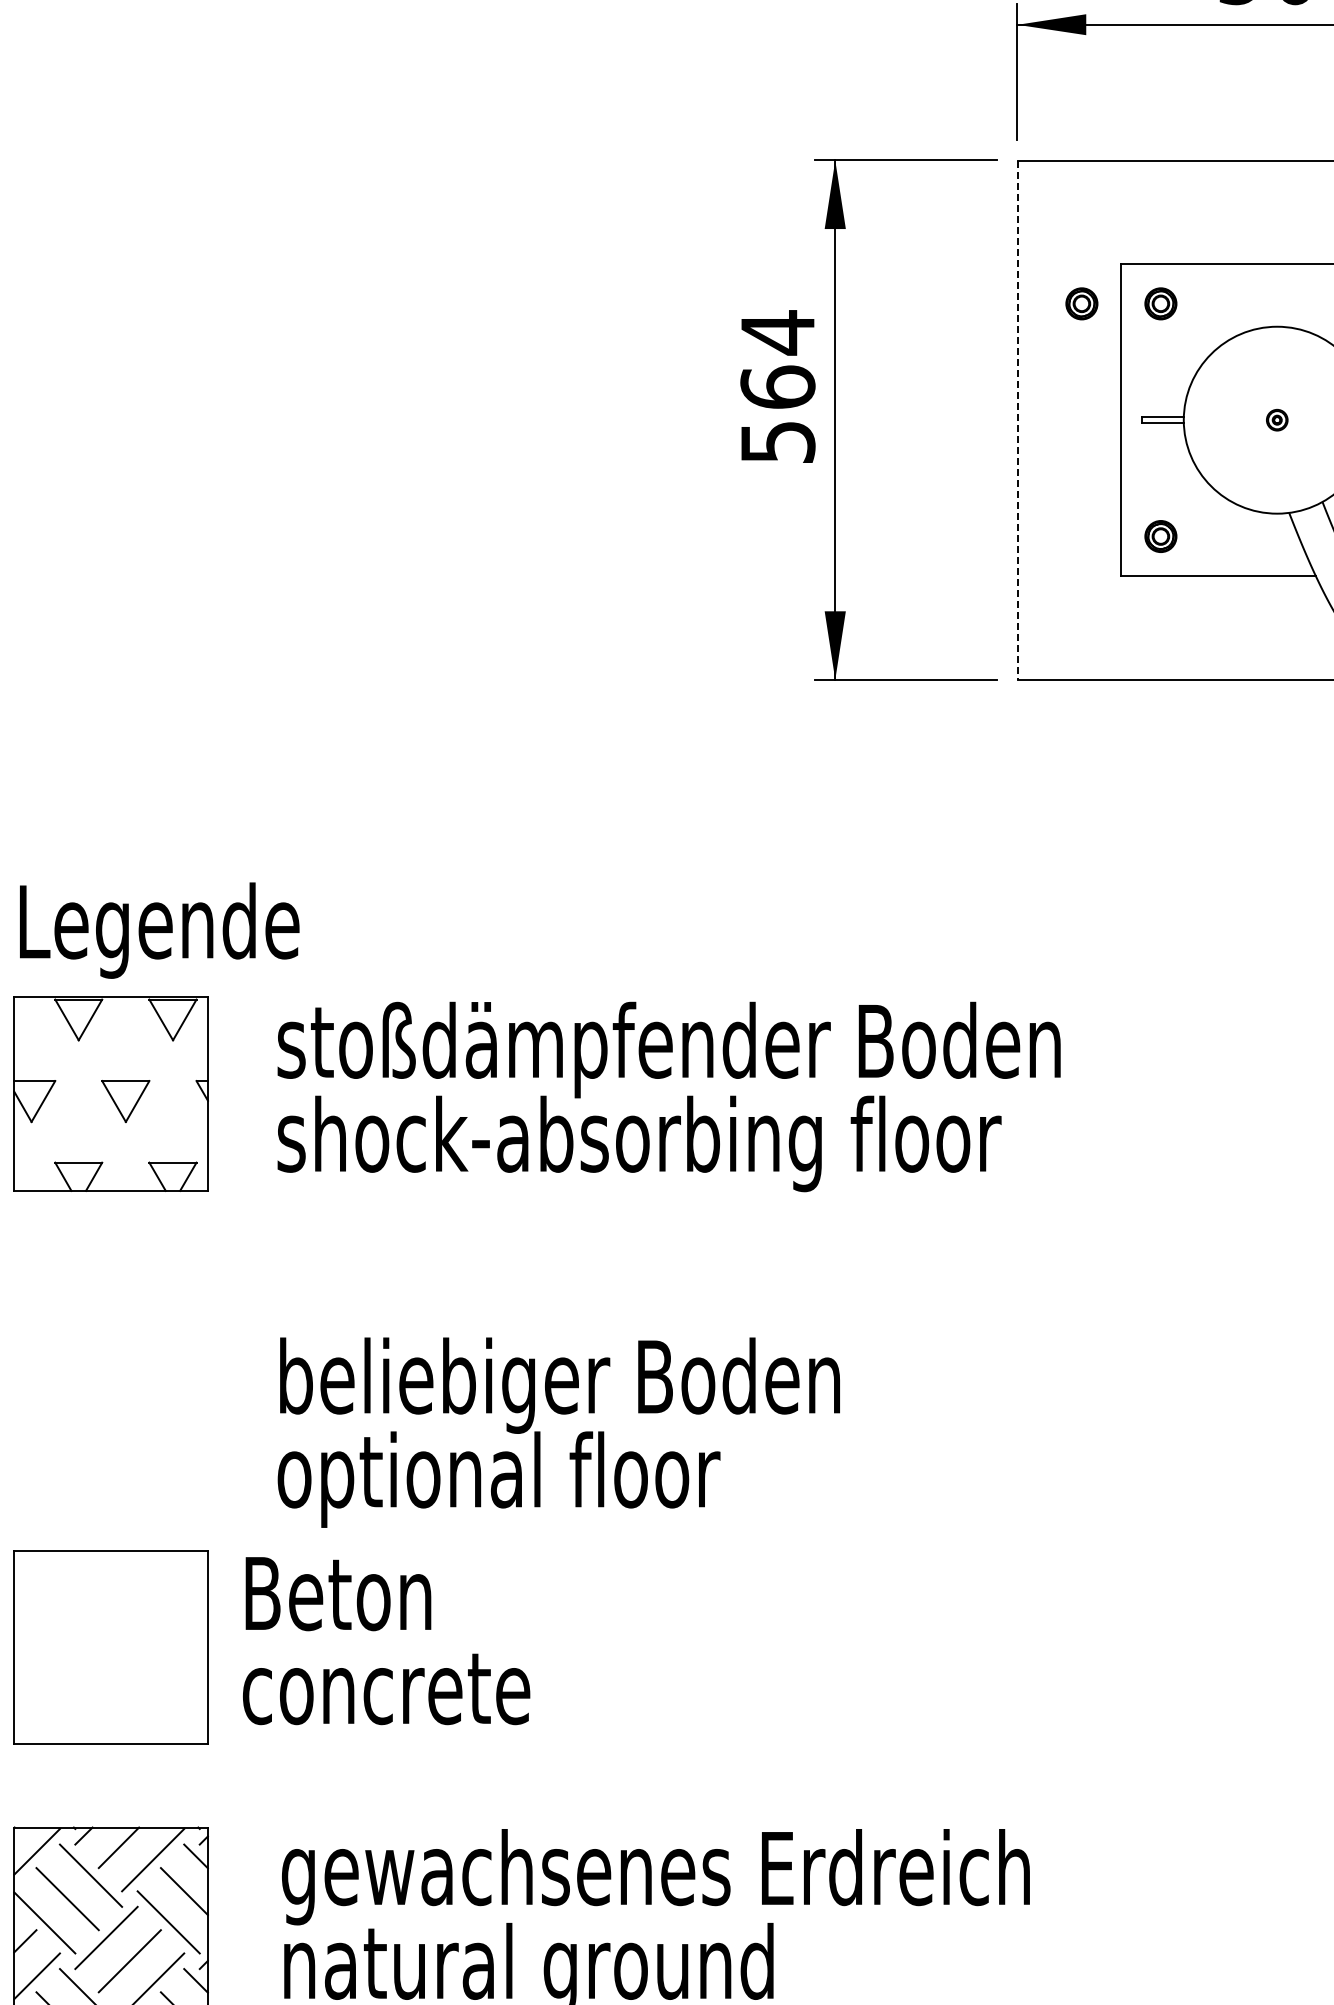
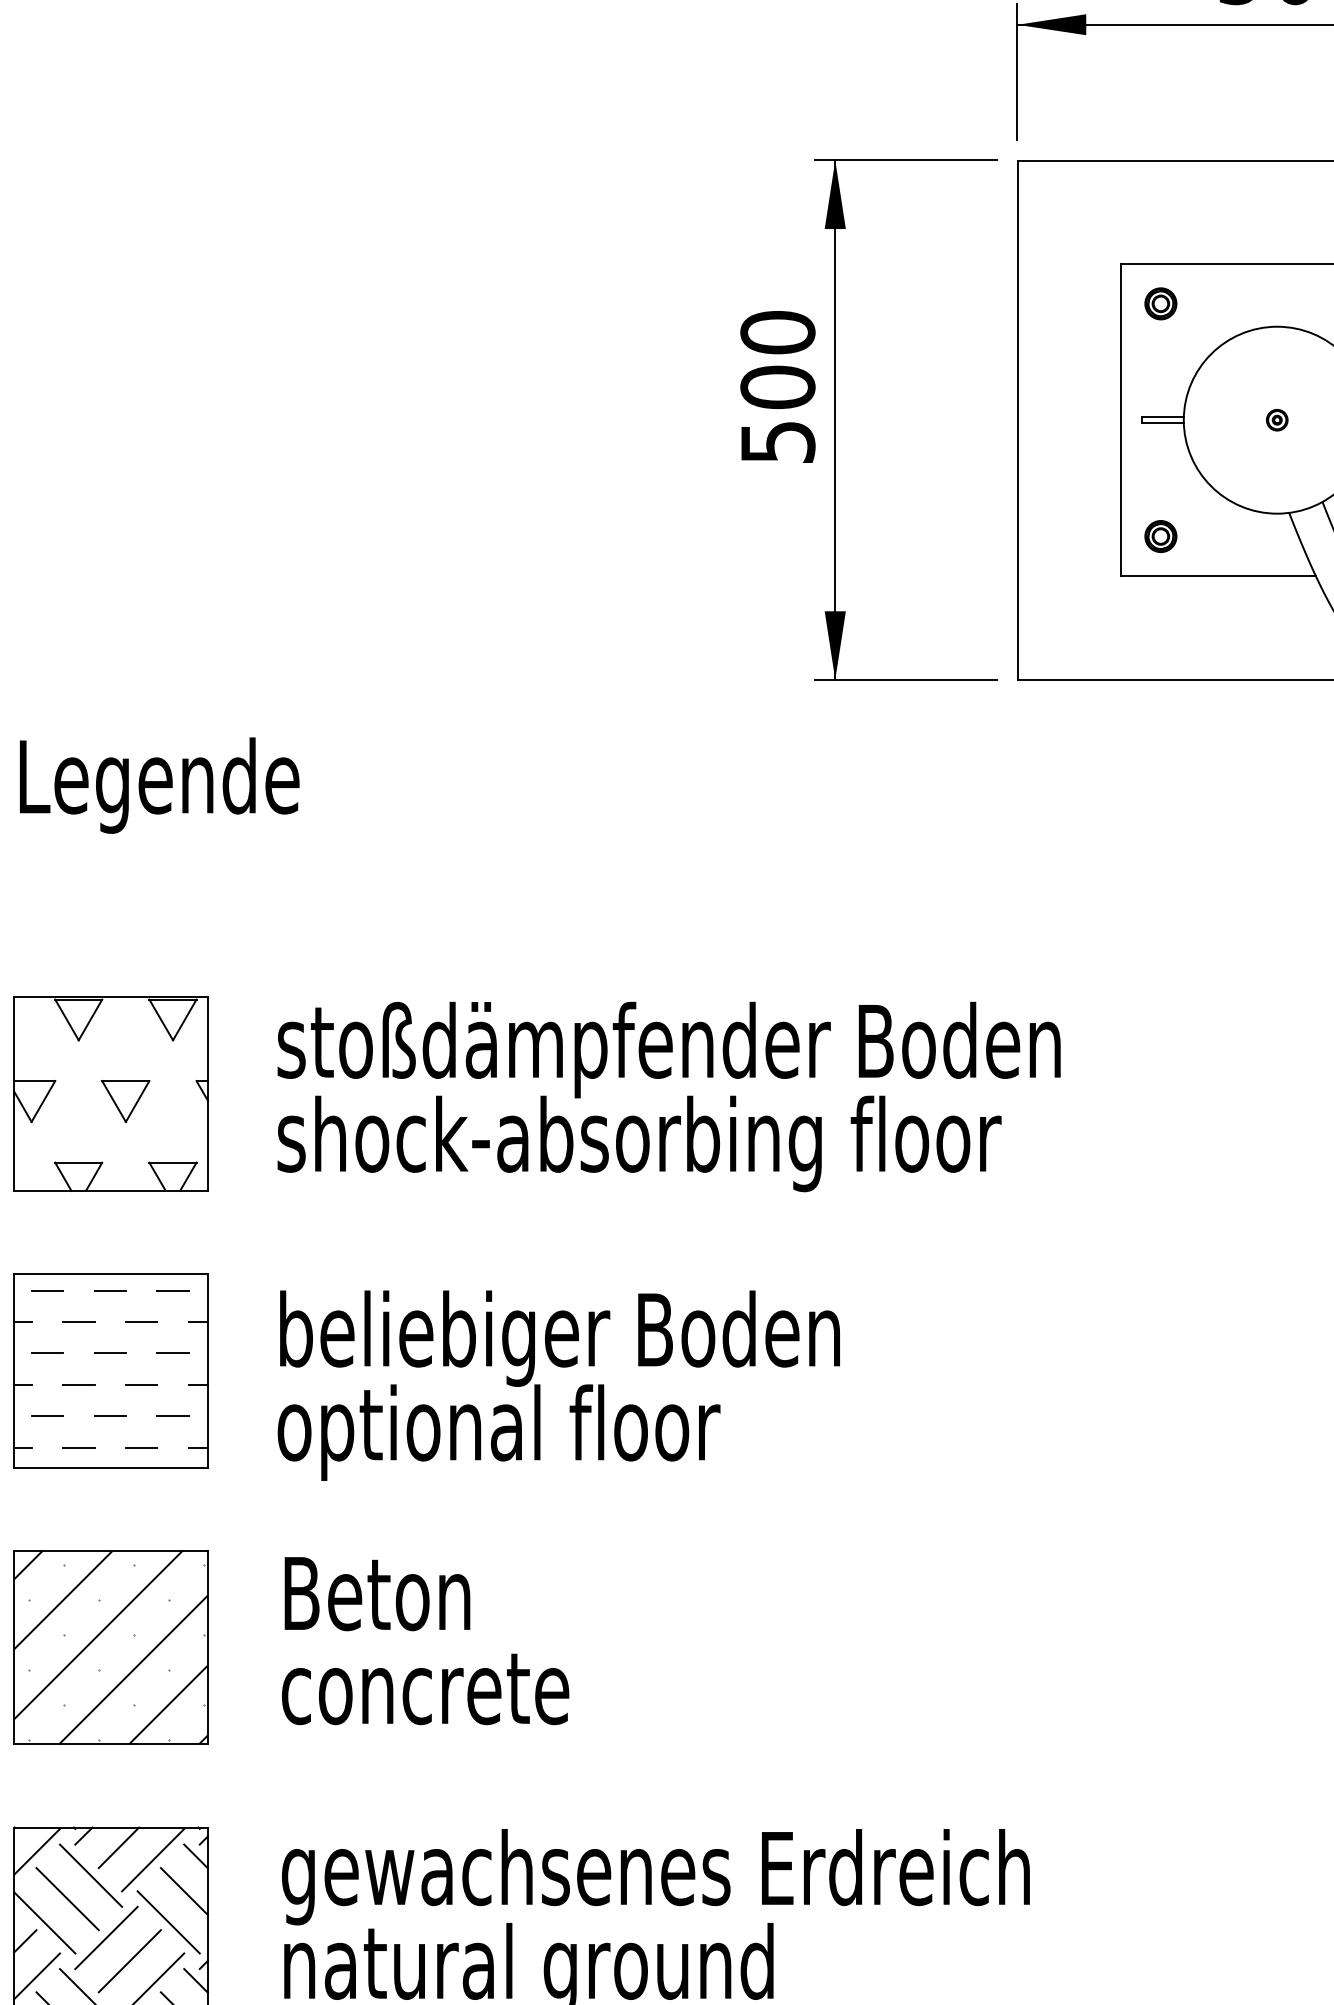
part at (1081, 303): present -> none
text at (777, 359): 564 -> 500
line at (1017, 420): dashed -> solid
text at (159, 930) position: (159, 930) -> (159, 785)
part at (110, 1370): none -> present
text at (558, 1432) position: (558, 1432) -> (558, 1385)
text at (386, 1641) position: (386, 1641) -> (425, 1641)
hatch at (110, 1647): none -> present
